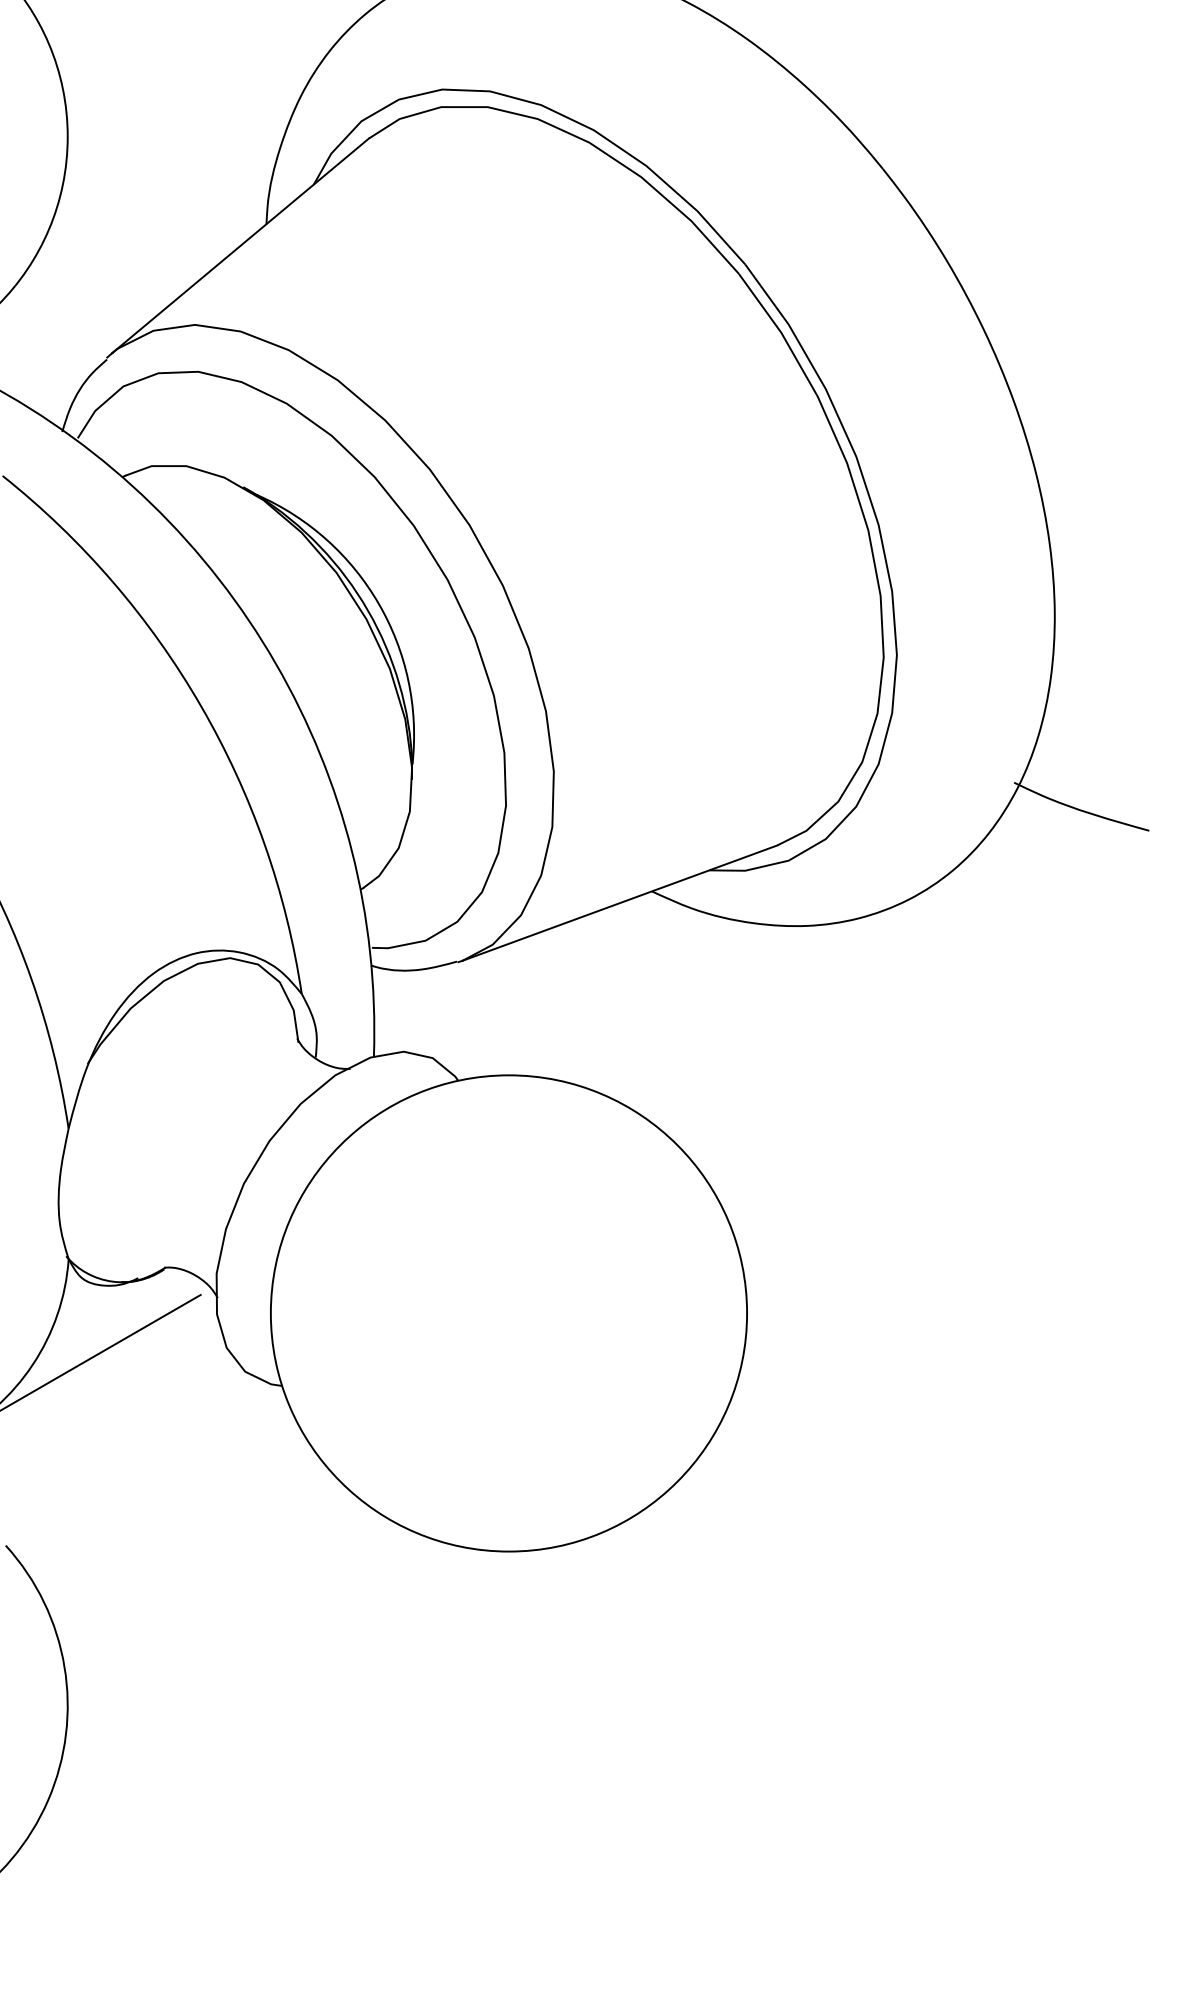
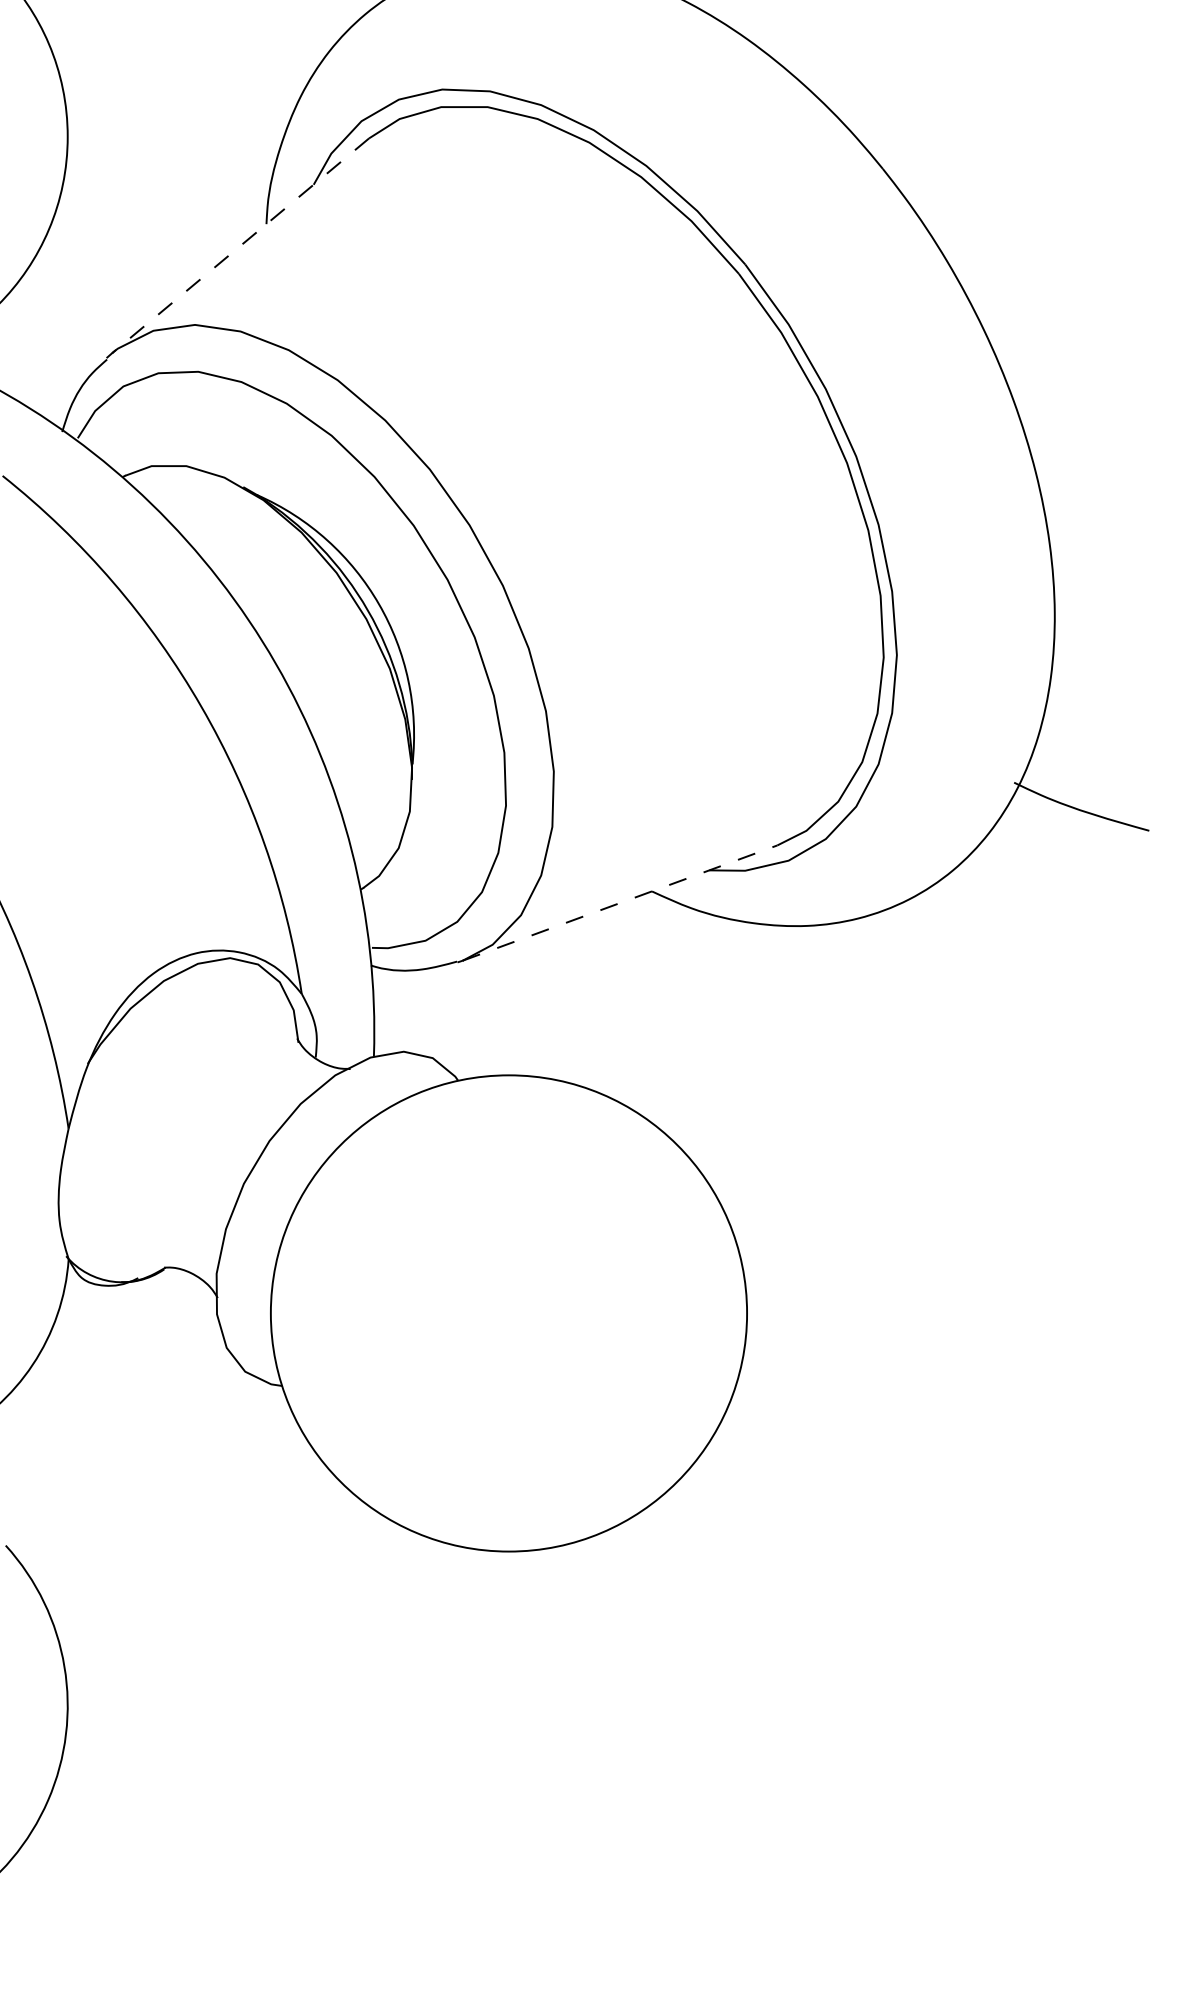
line at (240, 246): solid -> dashed
line at (620, 902): solid -> dashed
line at (101, 1351): present -> none
